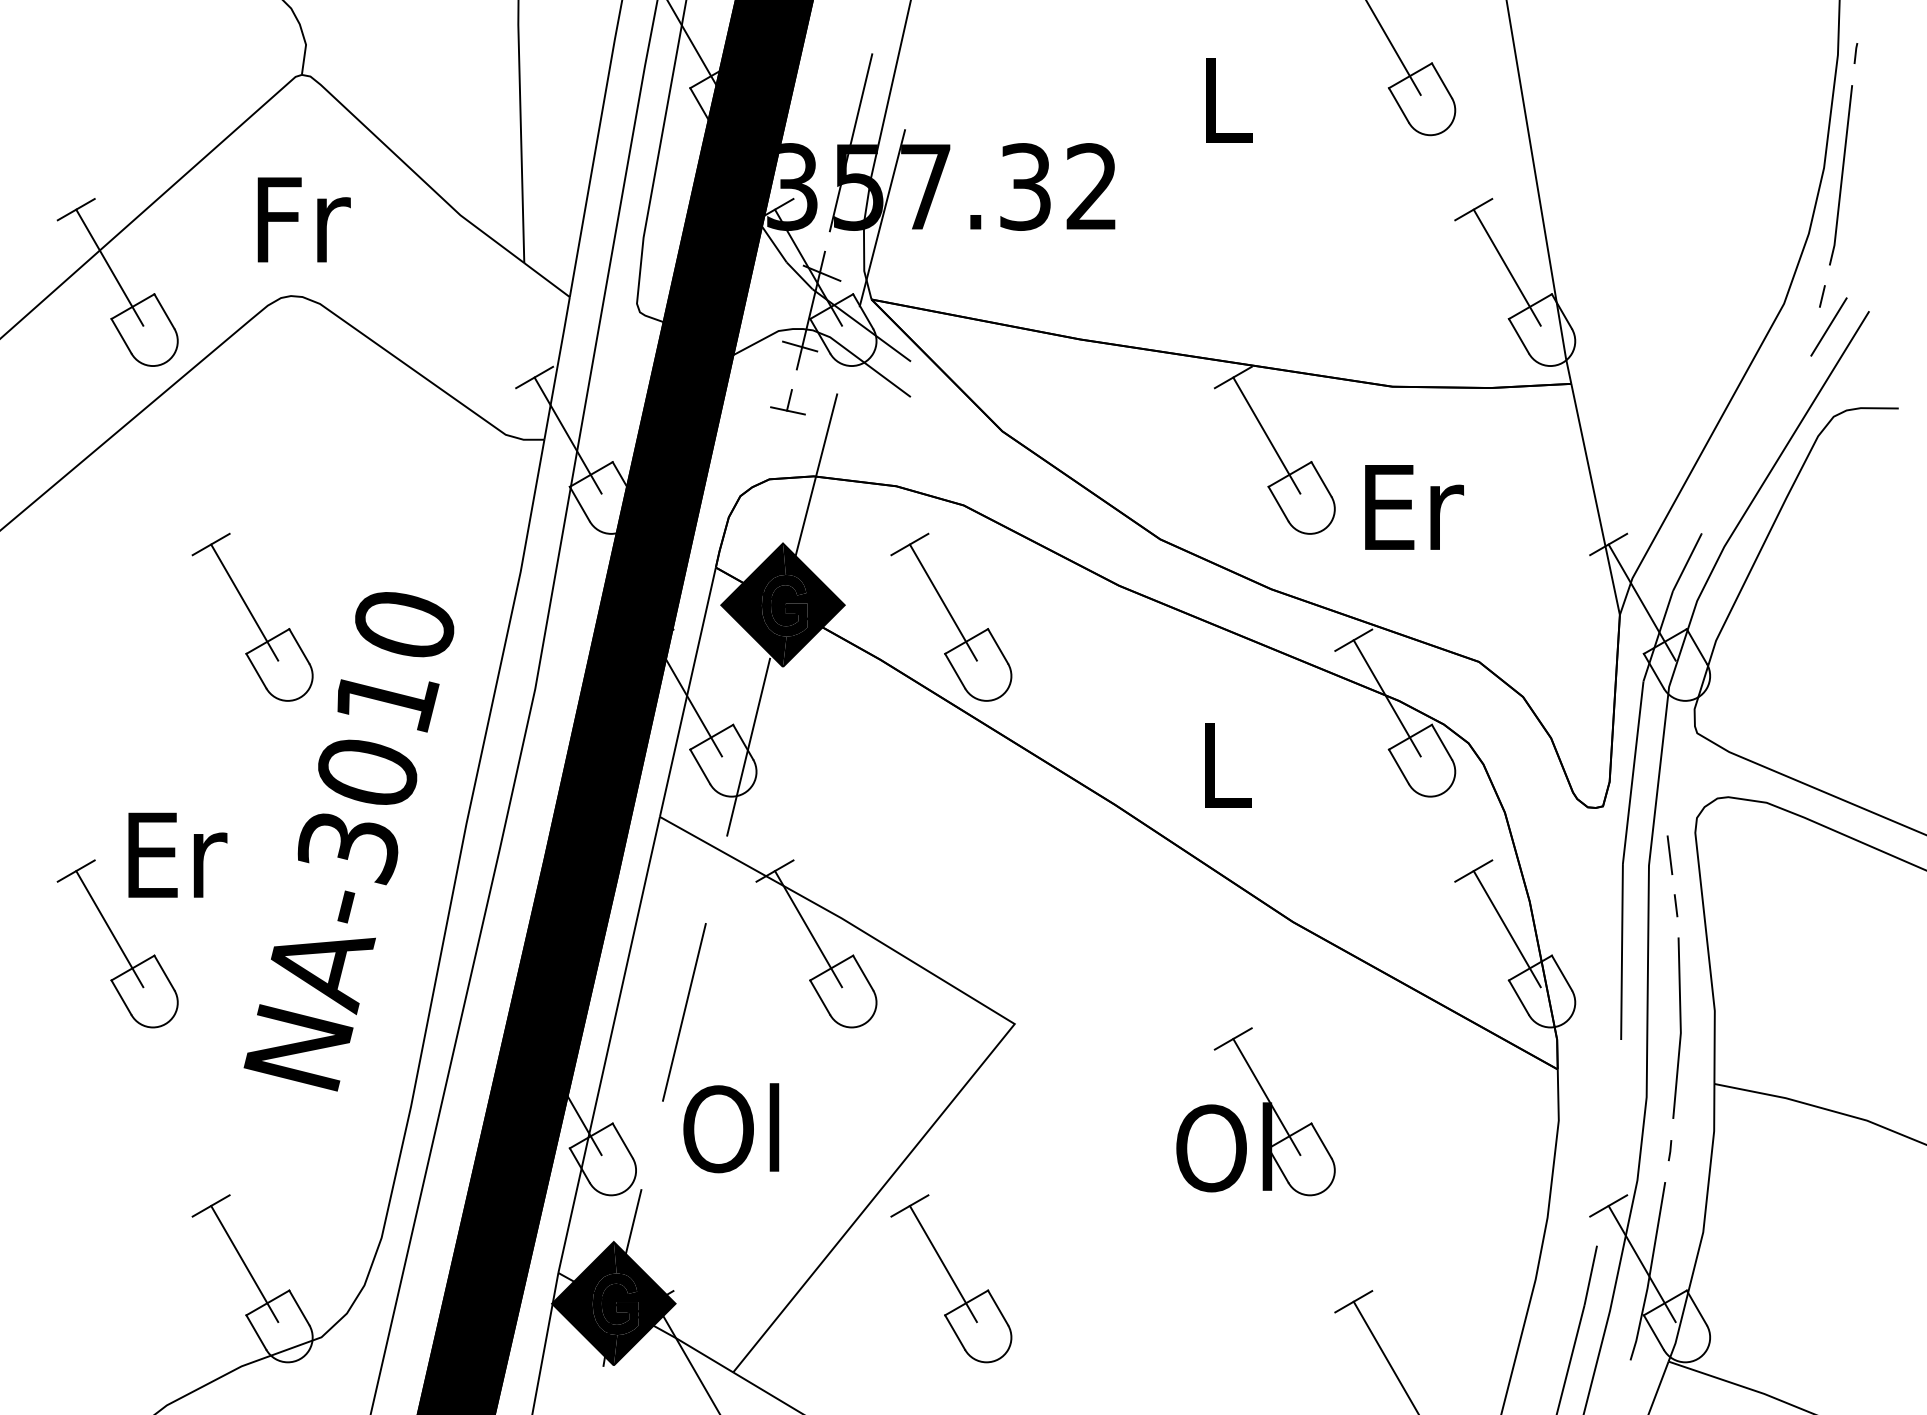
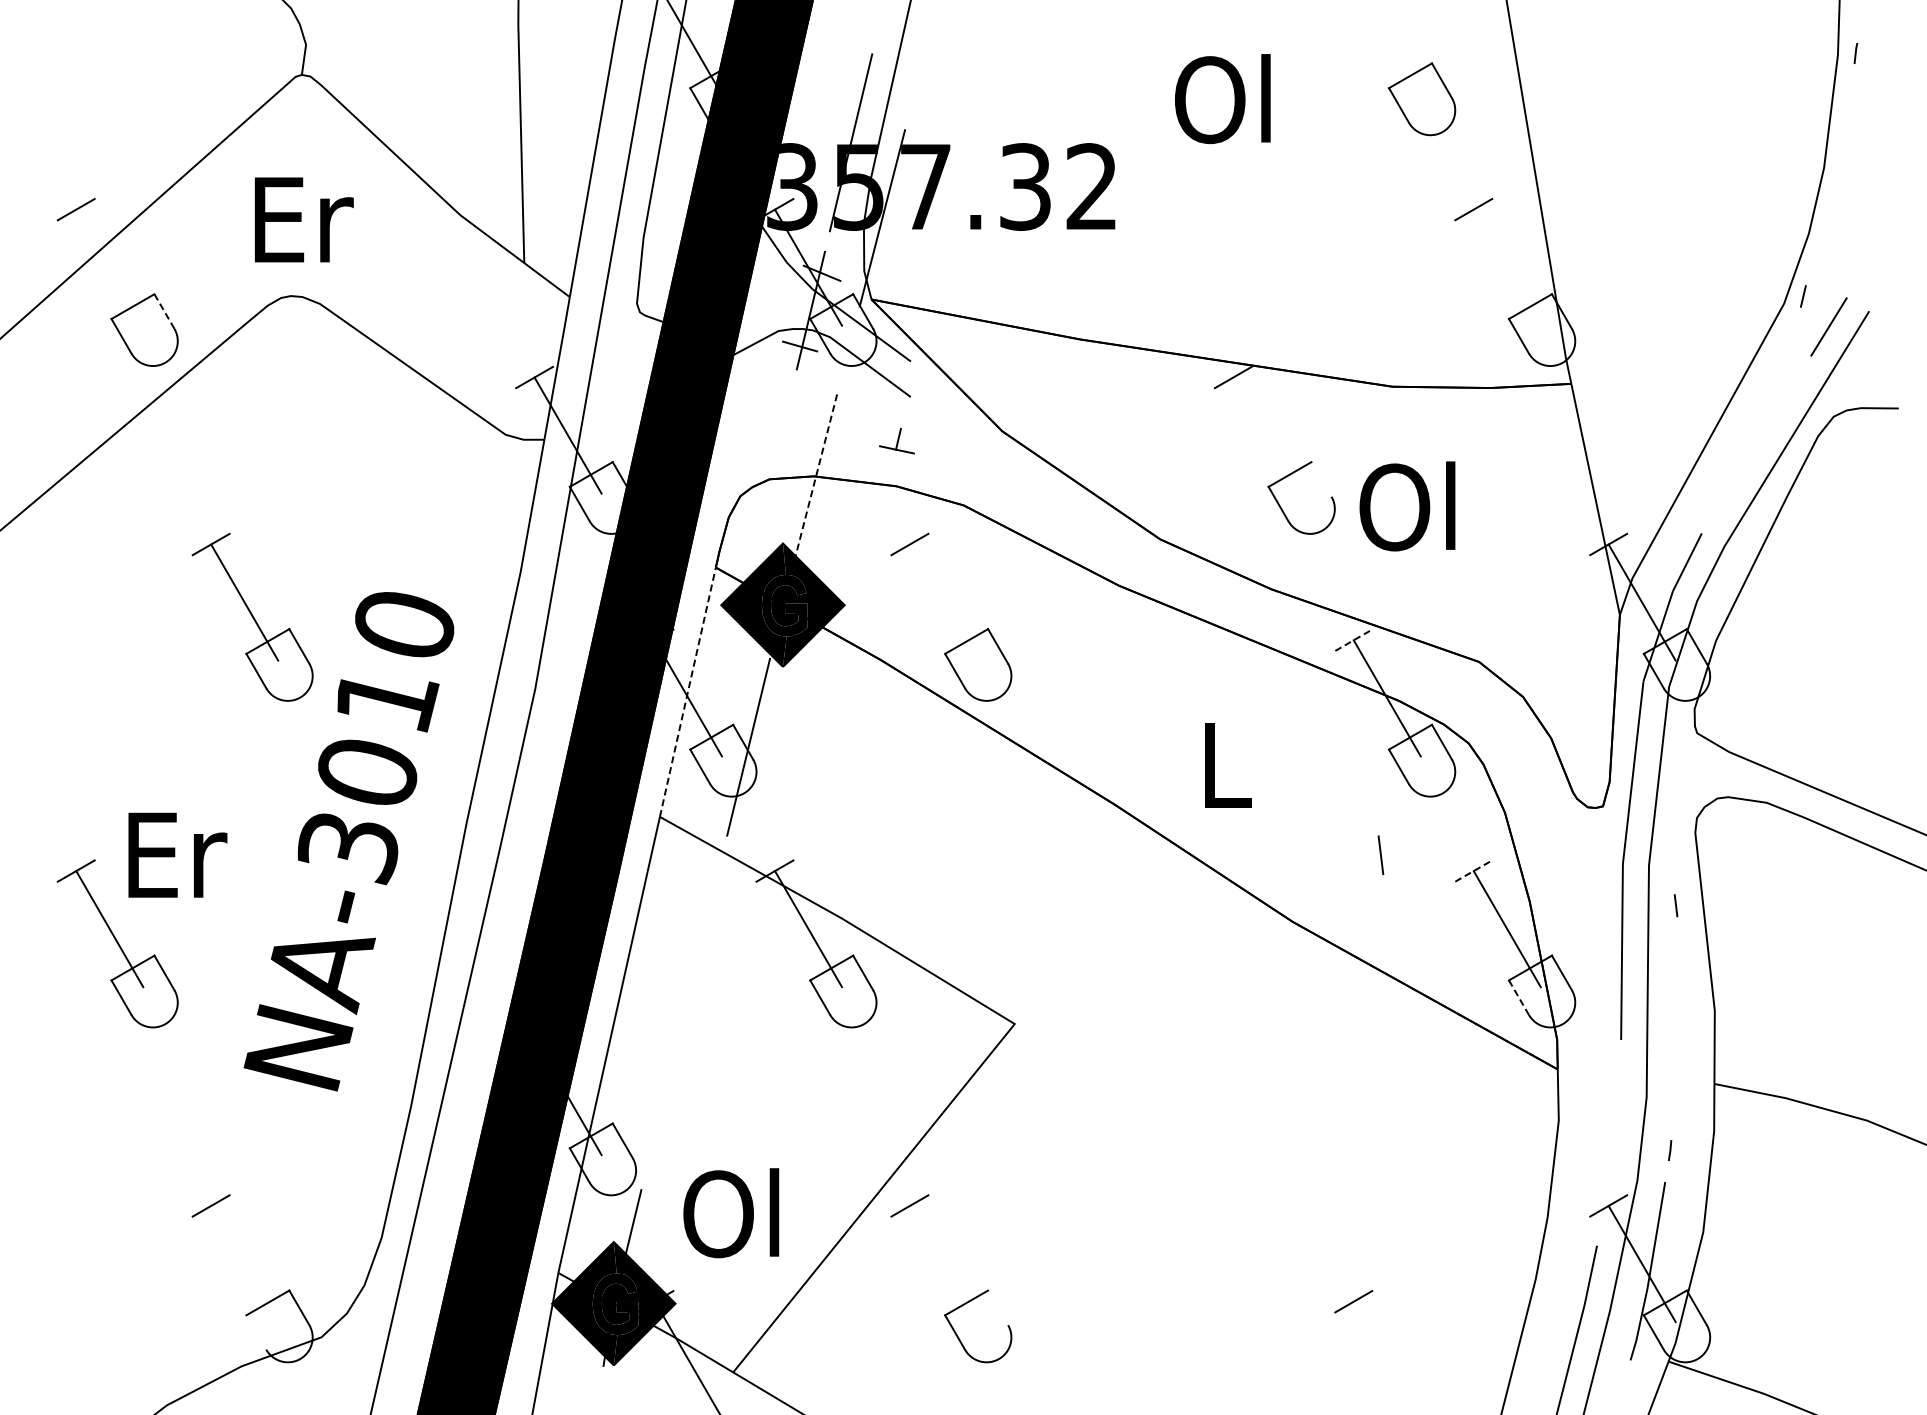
line at (1393, 48): present -> none
text at (1222, 99): L -> Ol
line at (1841, 175): present -> none
text at (303, 219): Fr -> Er
line at (109, 267): present -> none
line at (1506, 267): present -> none
line at (1822, 296) position: (1822, 296) -> (1803, 296)
line at (164, 311): solid -> dashed
part at (787, 402) position: (787, 402) -> (896, 441)
line at (1266, 435): present -> none
line at (1321, 479): present -> none
line at (814, 482): solid -> dashed
text at (1411, 506): Er -> Ol
line at (942, 602): present -> none
line at (1354, 640): solid -> dashed
line at (687, 692): solid -> dashed
line at (1669, 854) position: (1669, 854) -> (1380, 854)
line at (1474, 870): solid -> dashed
line at (1518, 997): solid -> dashed
line at (683, 1012): present -> none
line at (1679, 1027): present -> none
part at (1262, 1111): present -> none
text at (731, 1128) position: (731, 1128) -> (731, 1213)
line at (244, 1263): present -> none
line at (942, 1263): present -> none
line at (998, 1307): present -> none
line at (256, 1332): present -> none
line at (1385, 1356): present -> none
